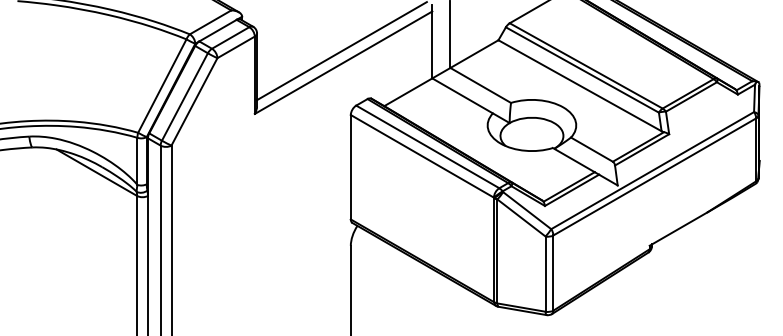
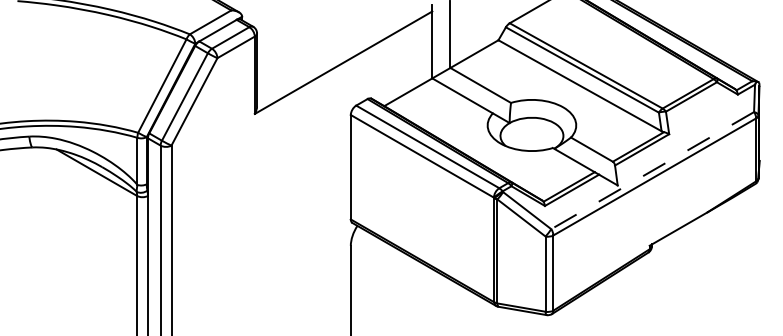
line at (341, 51): present -> none
line at (652, 170): solid -> dashed
